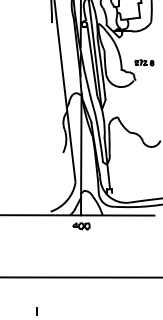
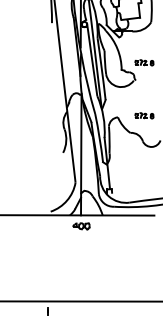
part at (144, 115): none -> present
line at (80, 277) position: (80, 277) -> (80, 301)
part at (36, 311) position: (36, 311) -> (47, 311)
